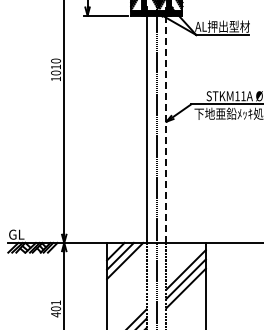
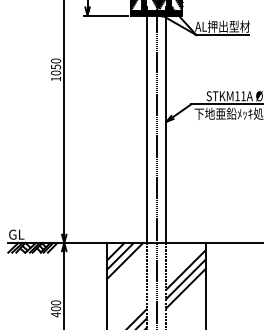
text at (56, 66): 1010 -> 1050
line at (166, 125): dashed -> solid
text at (55, 302): 401 -> 400
